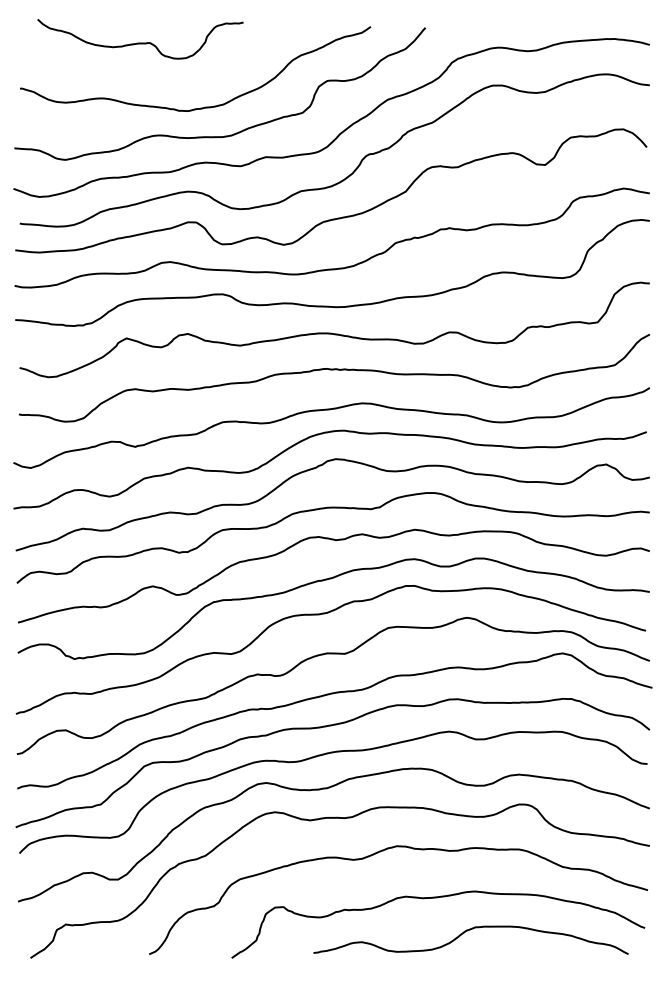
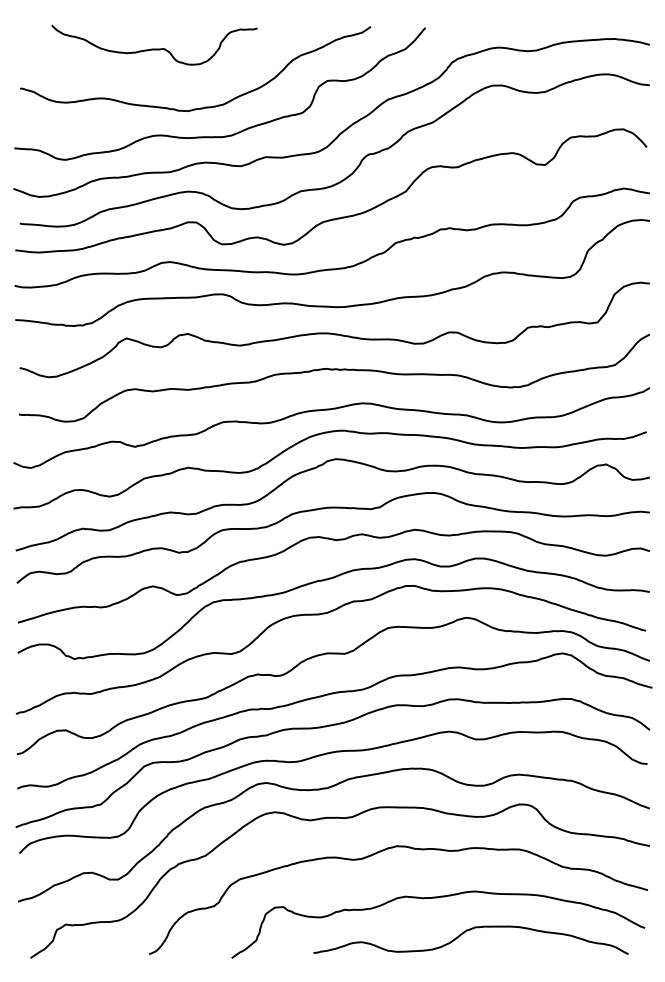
curve at (140, 42) position: (140, 42) -> (154, 48)
